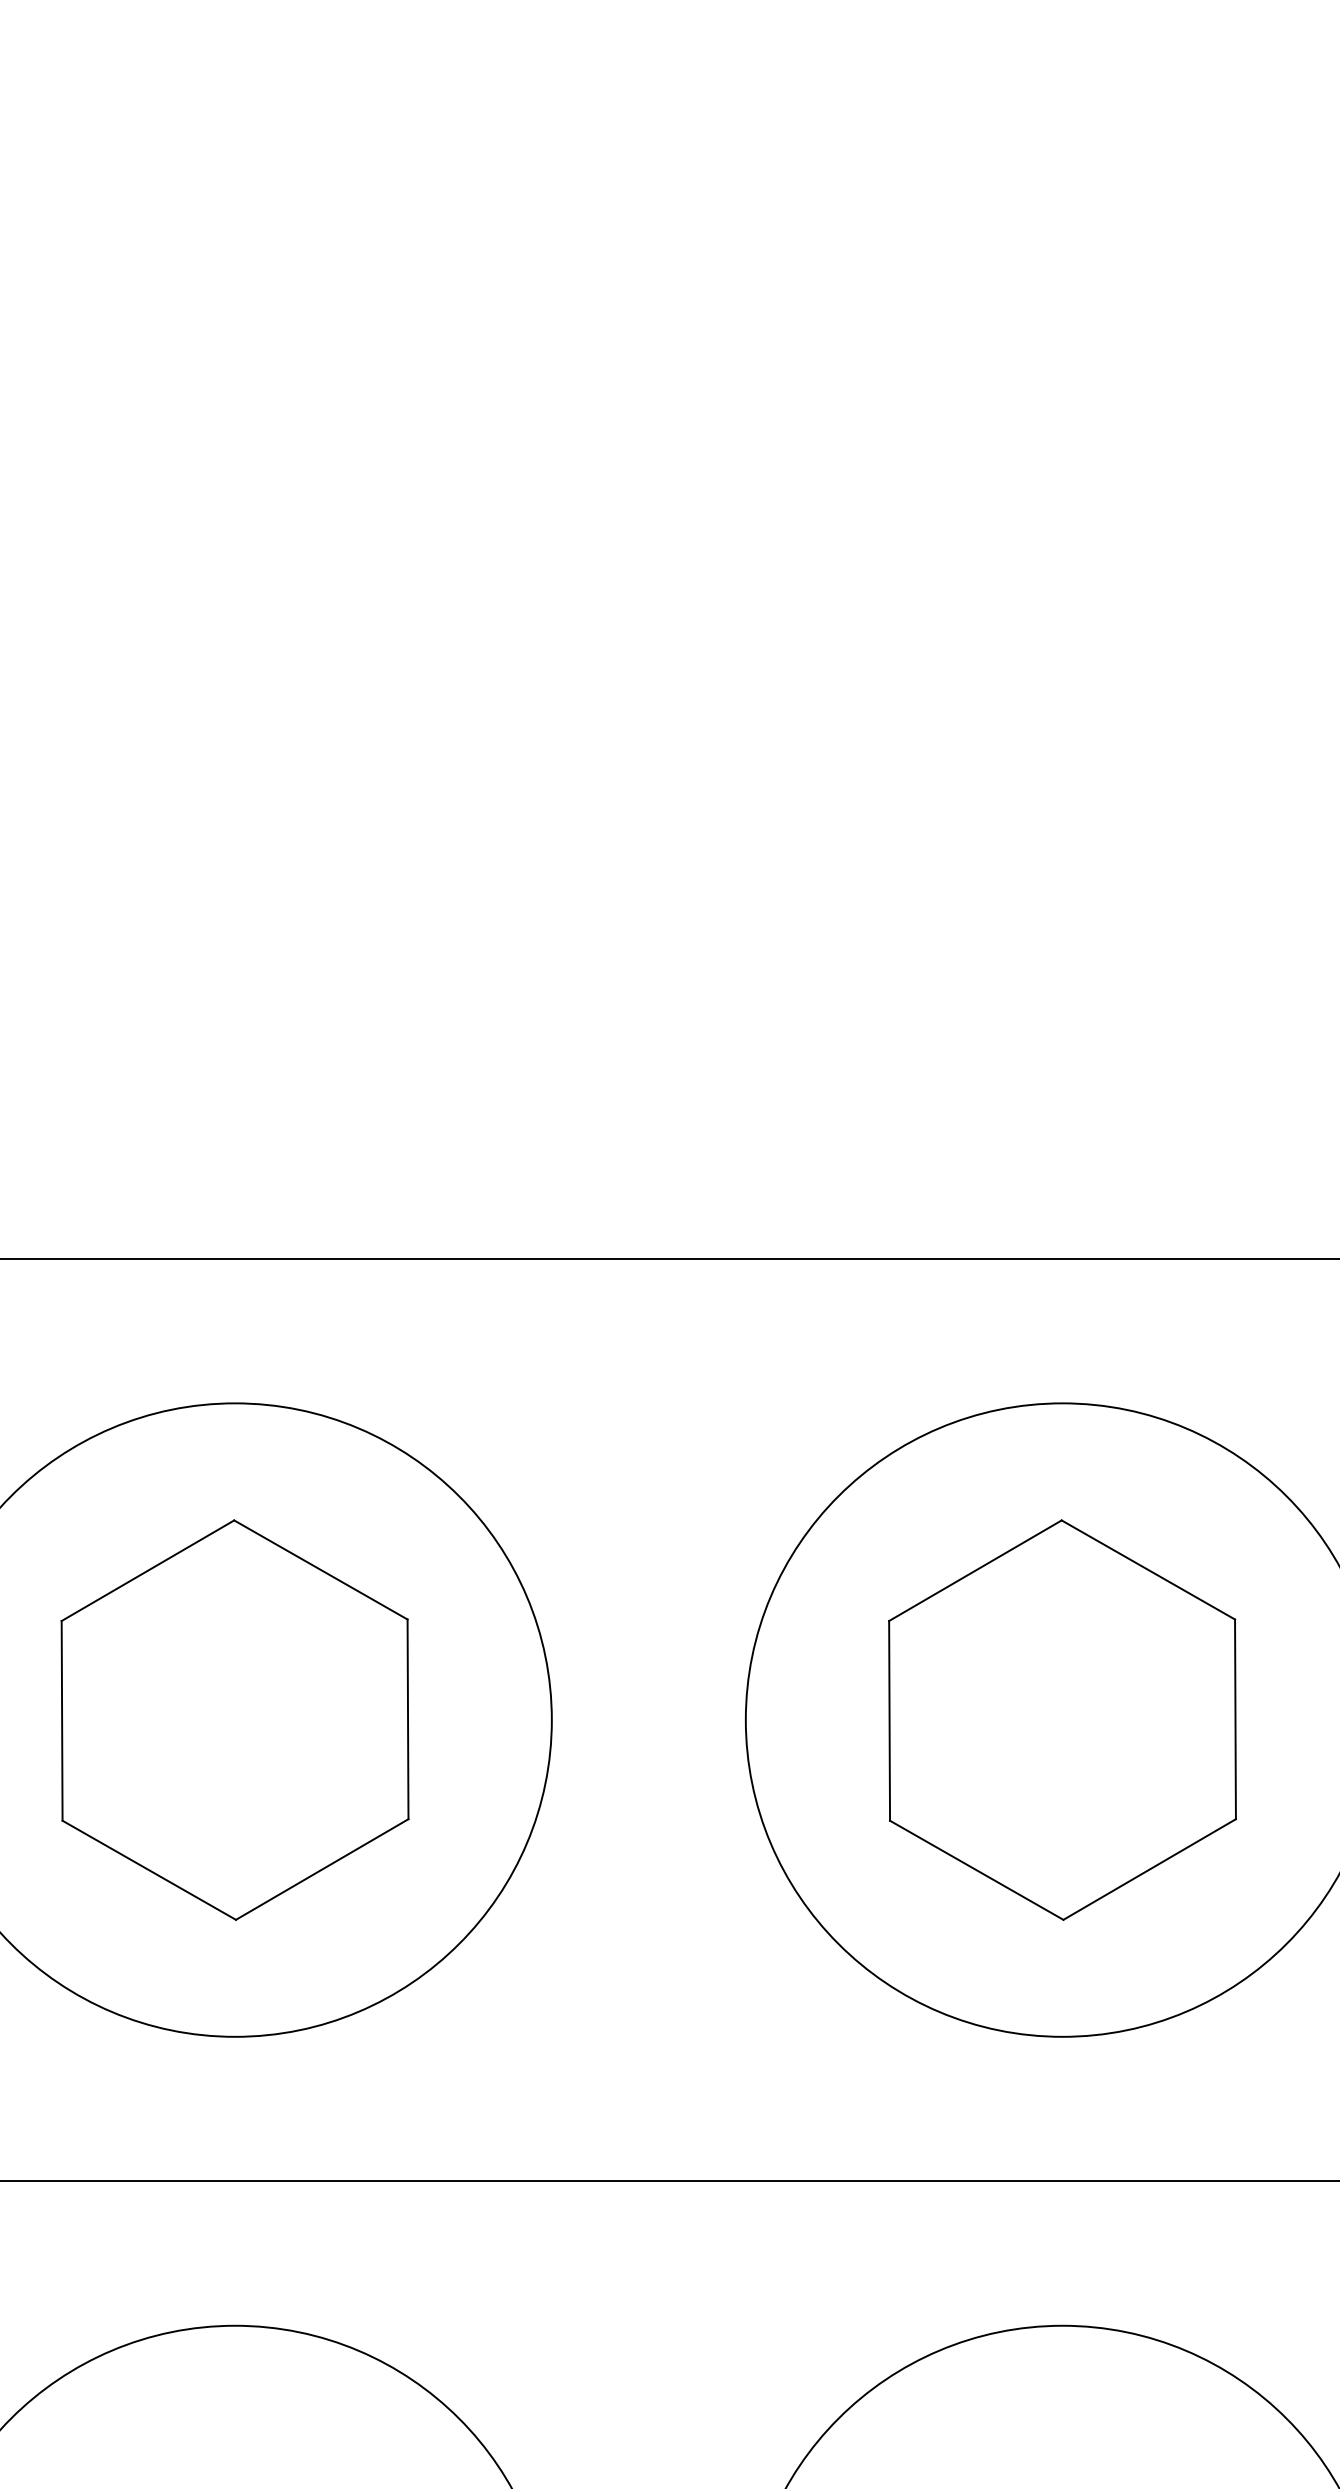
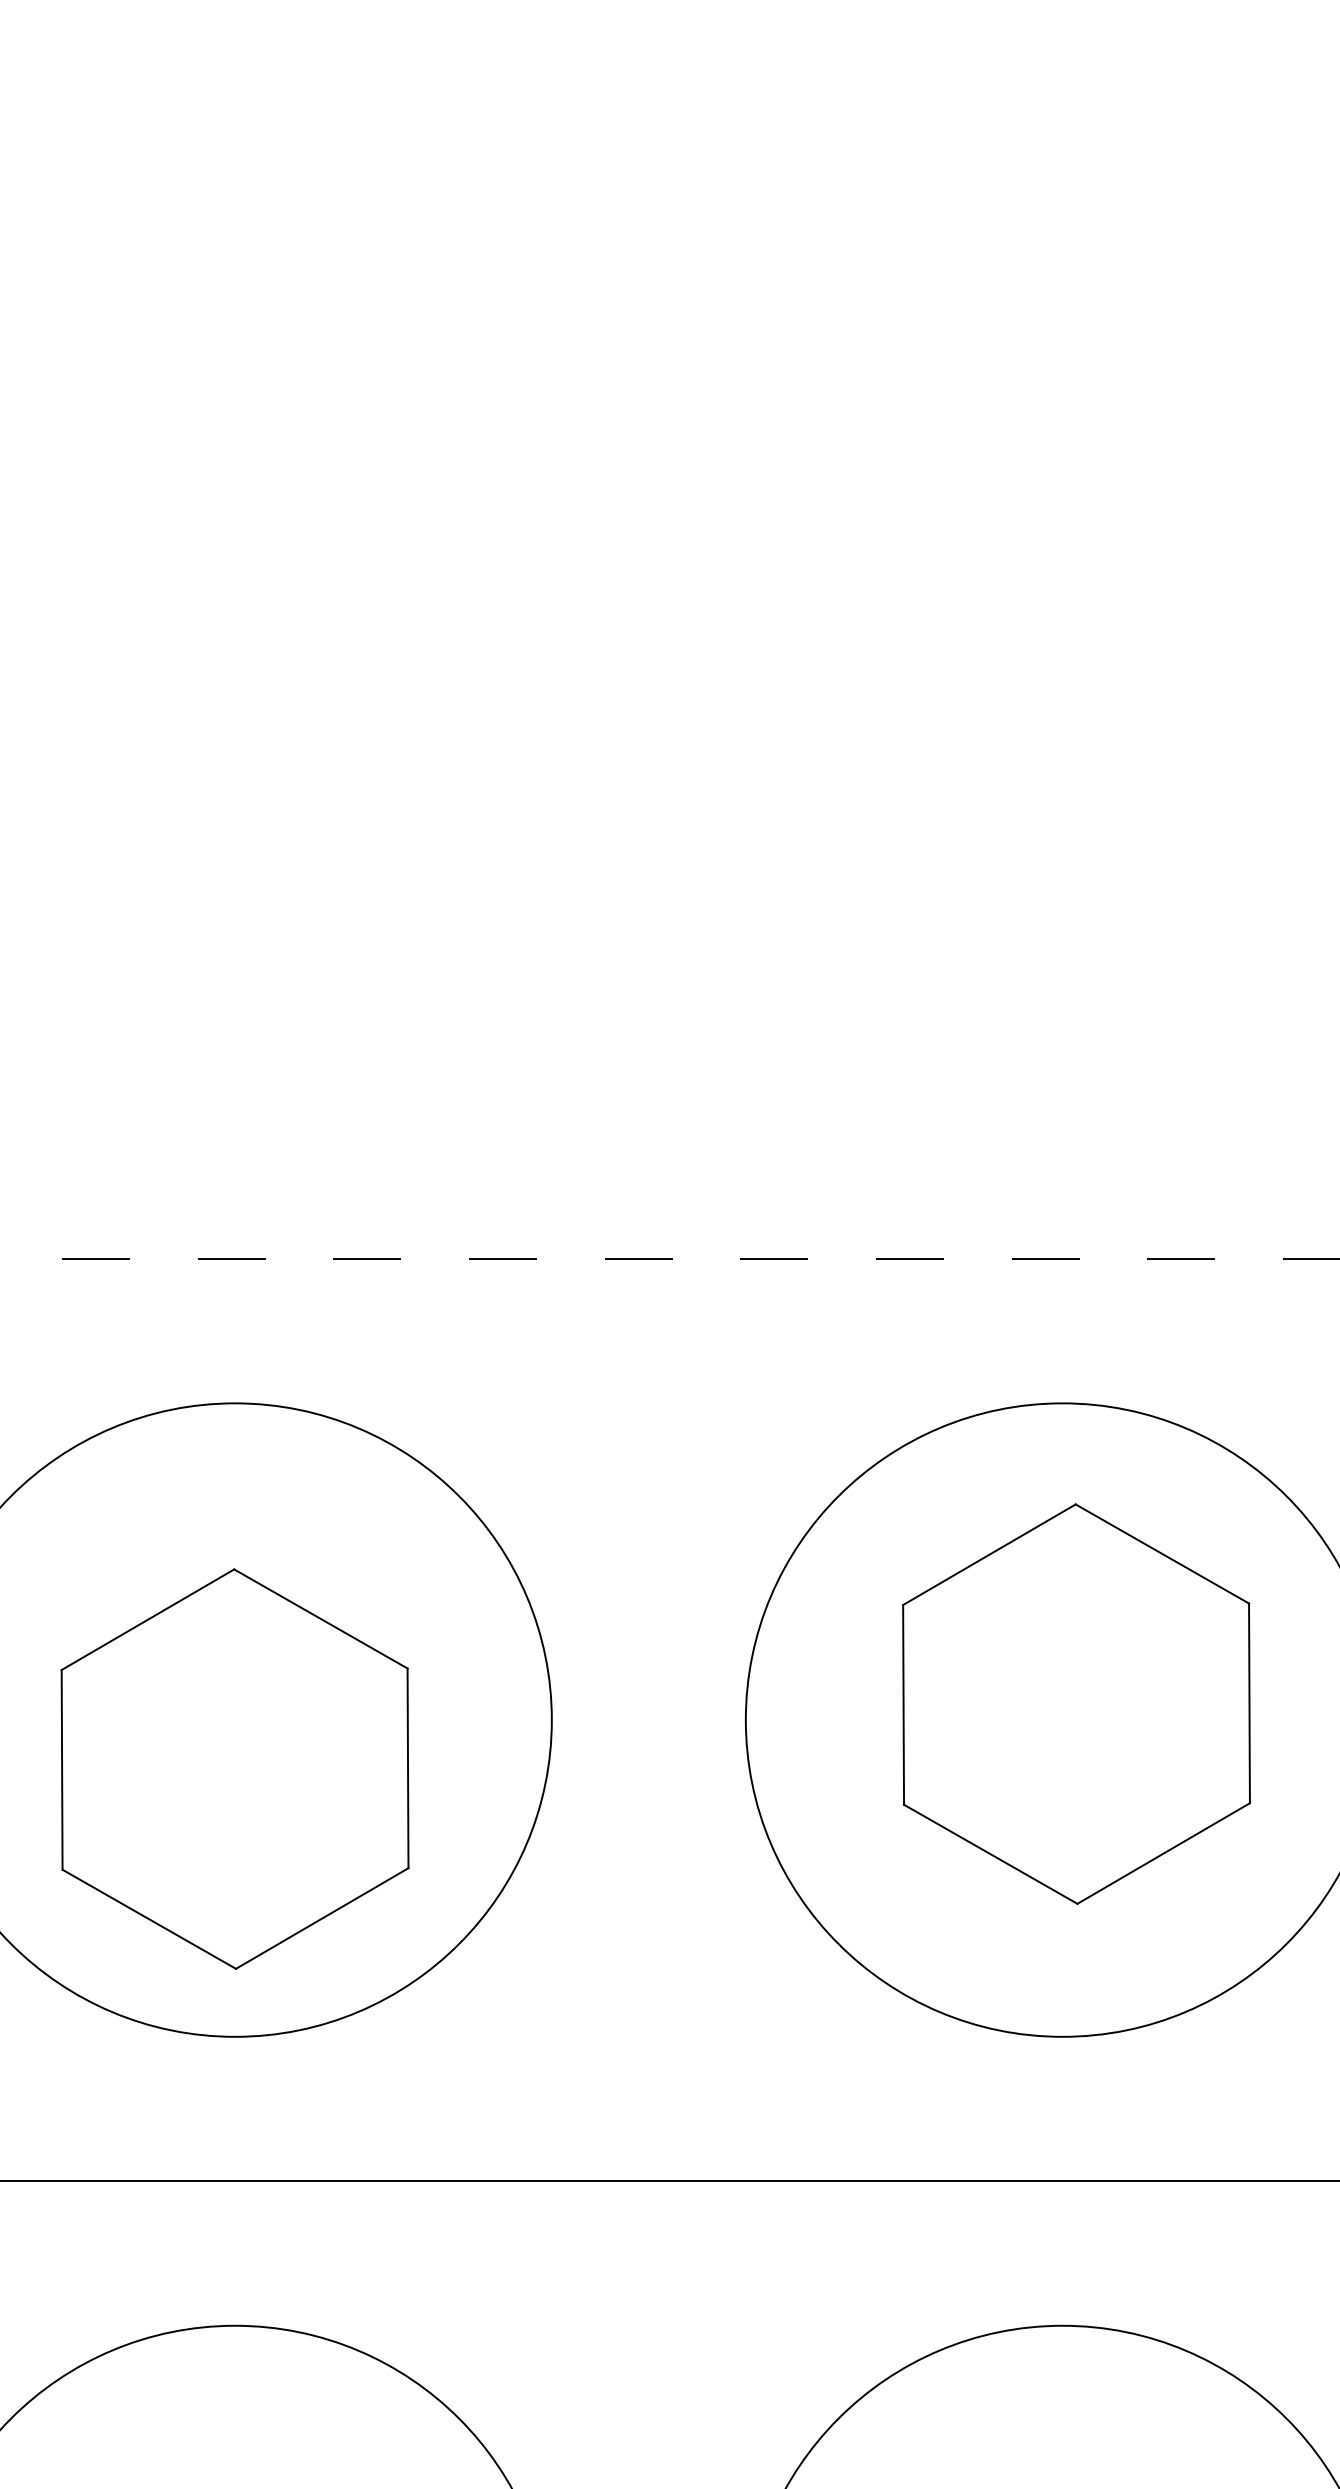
line at (669, 1258): solid -> dashed
part at (234, 1719) position: (234, 1719) -> (234, 1768)
part at (1062, 1719) position: (1062, 1719) -> (1076, 1703)
